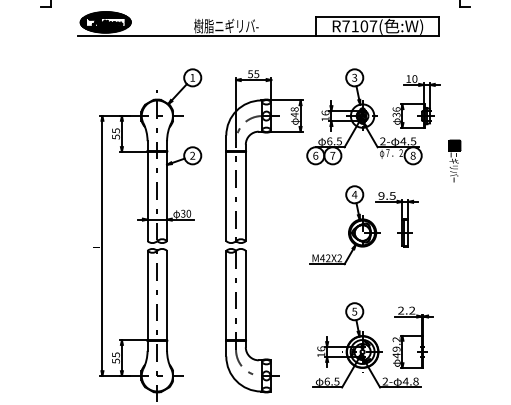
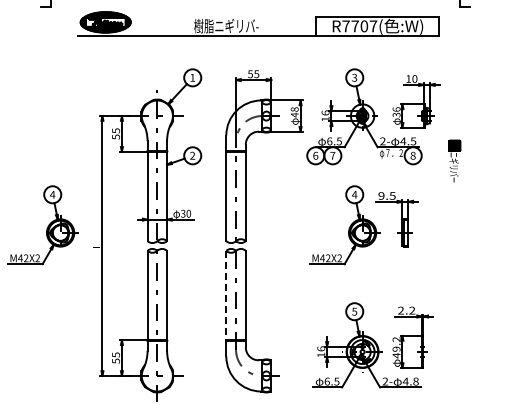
text at (354, 26): R7107( -> R7707(
part at (42, 225): none -> present
line at (226, 295): solid -> dashed
